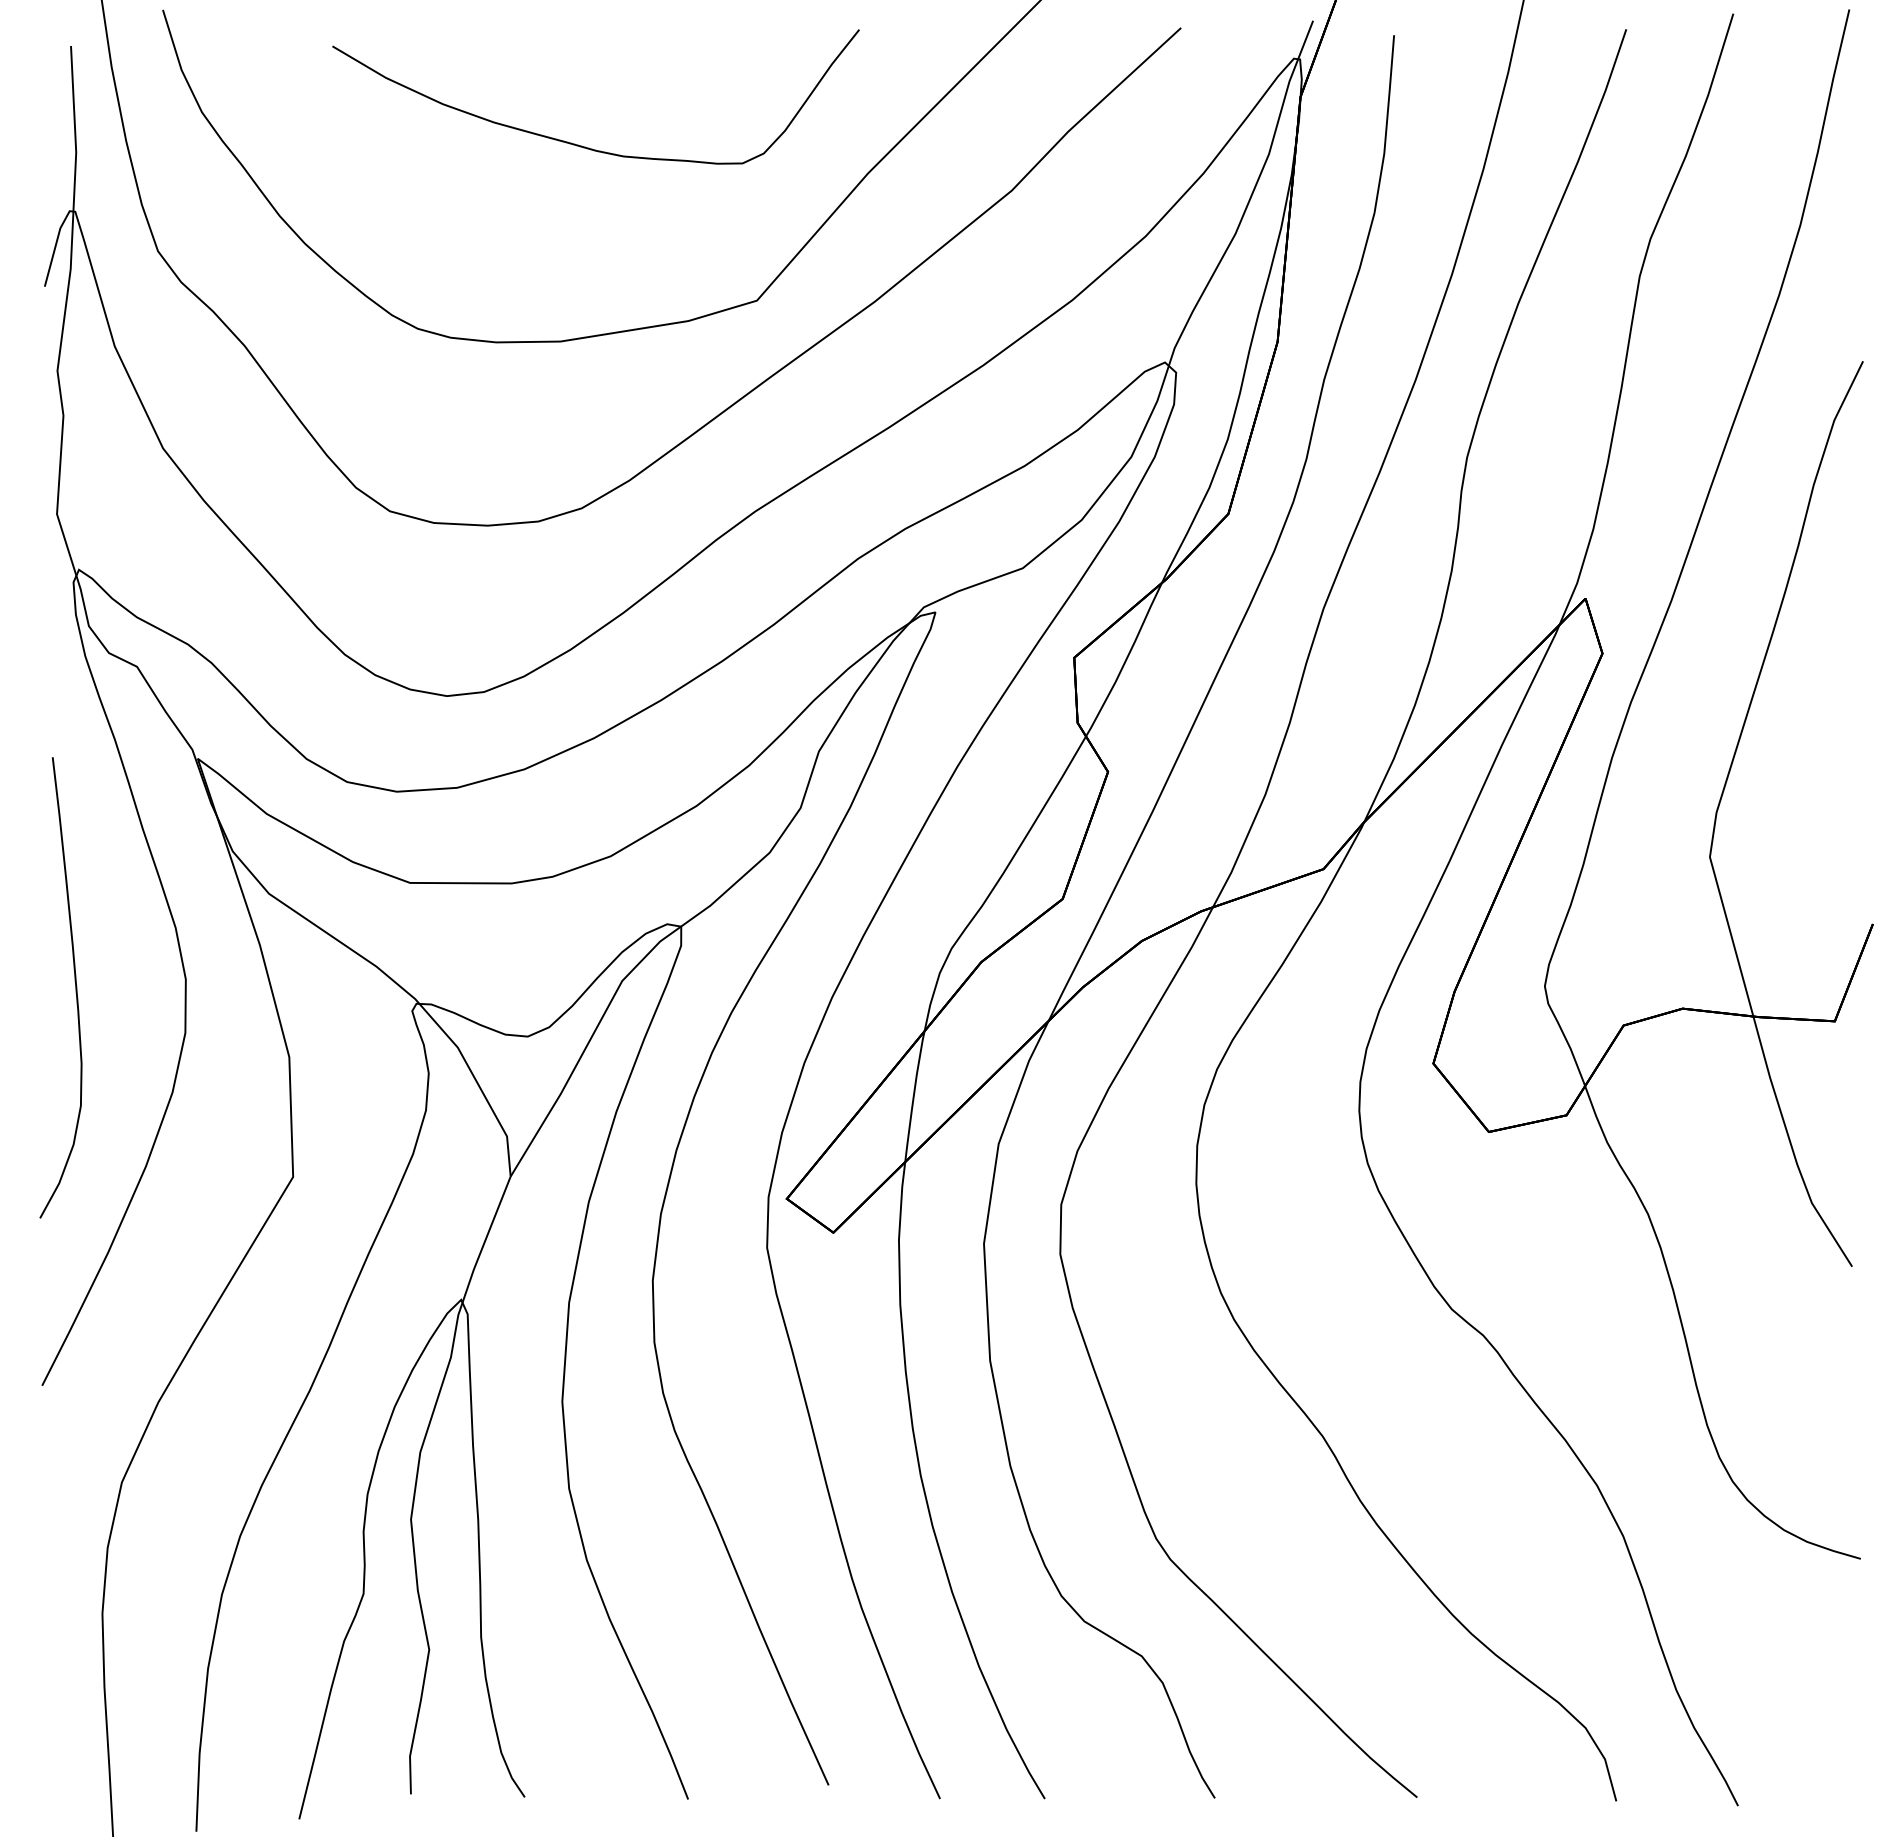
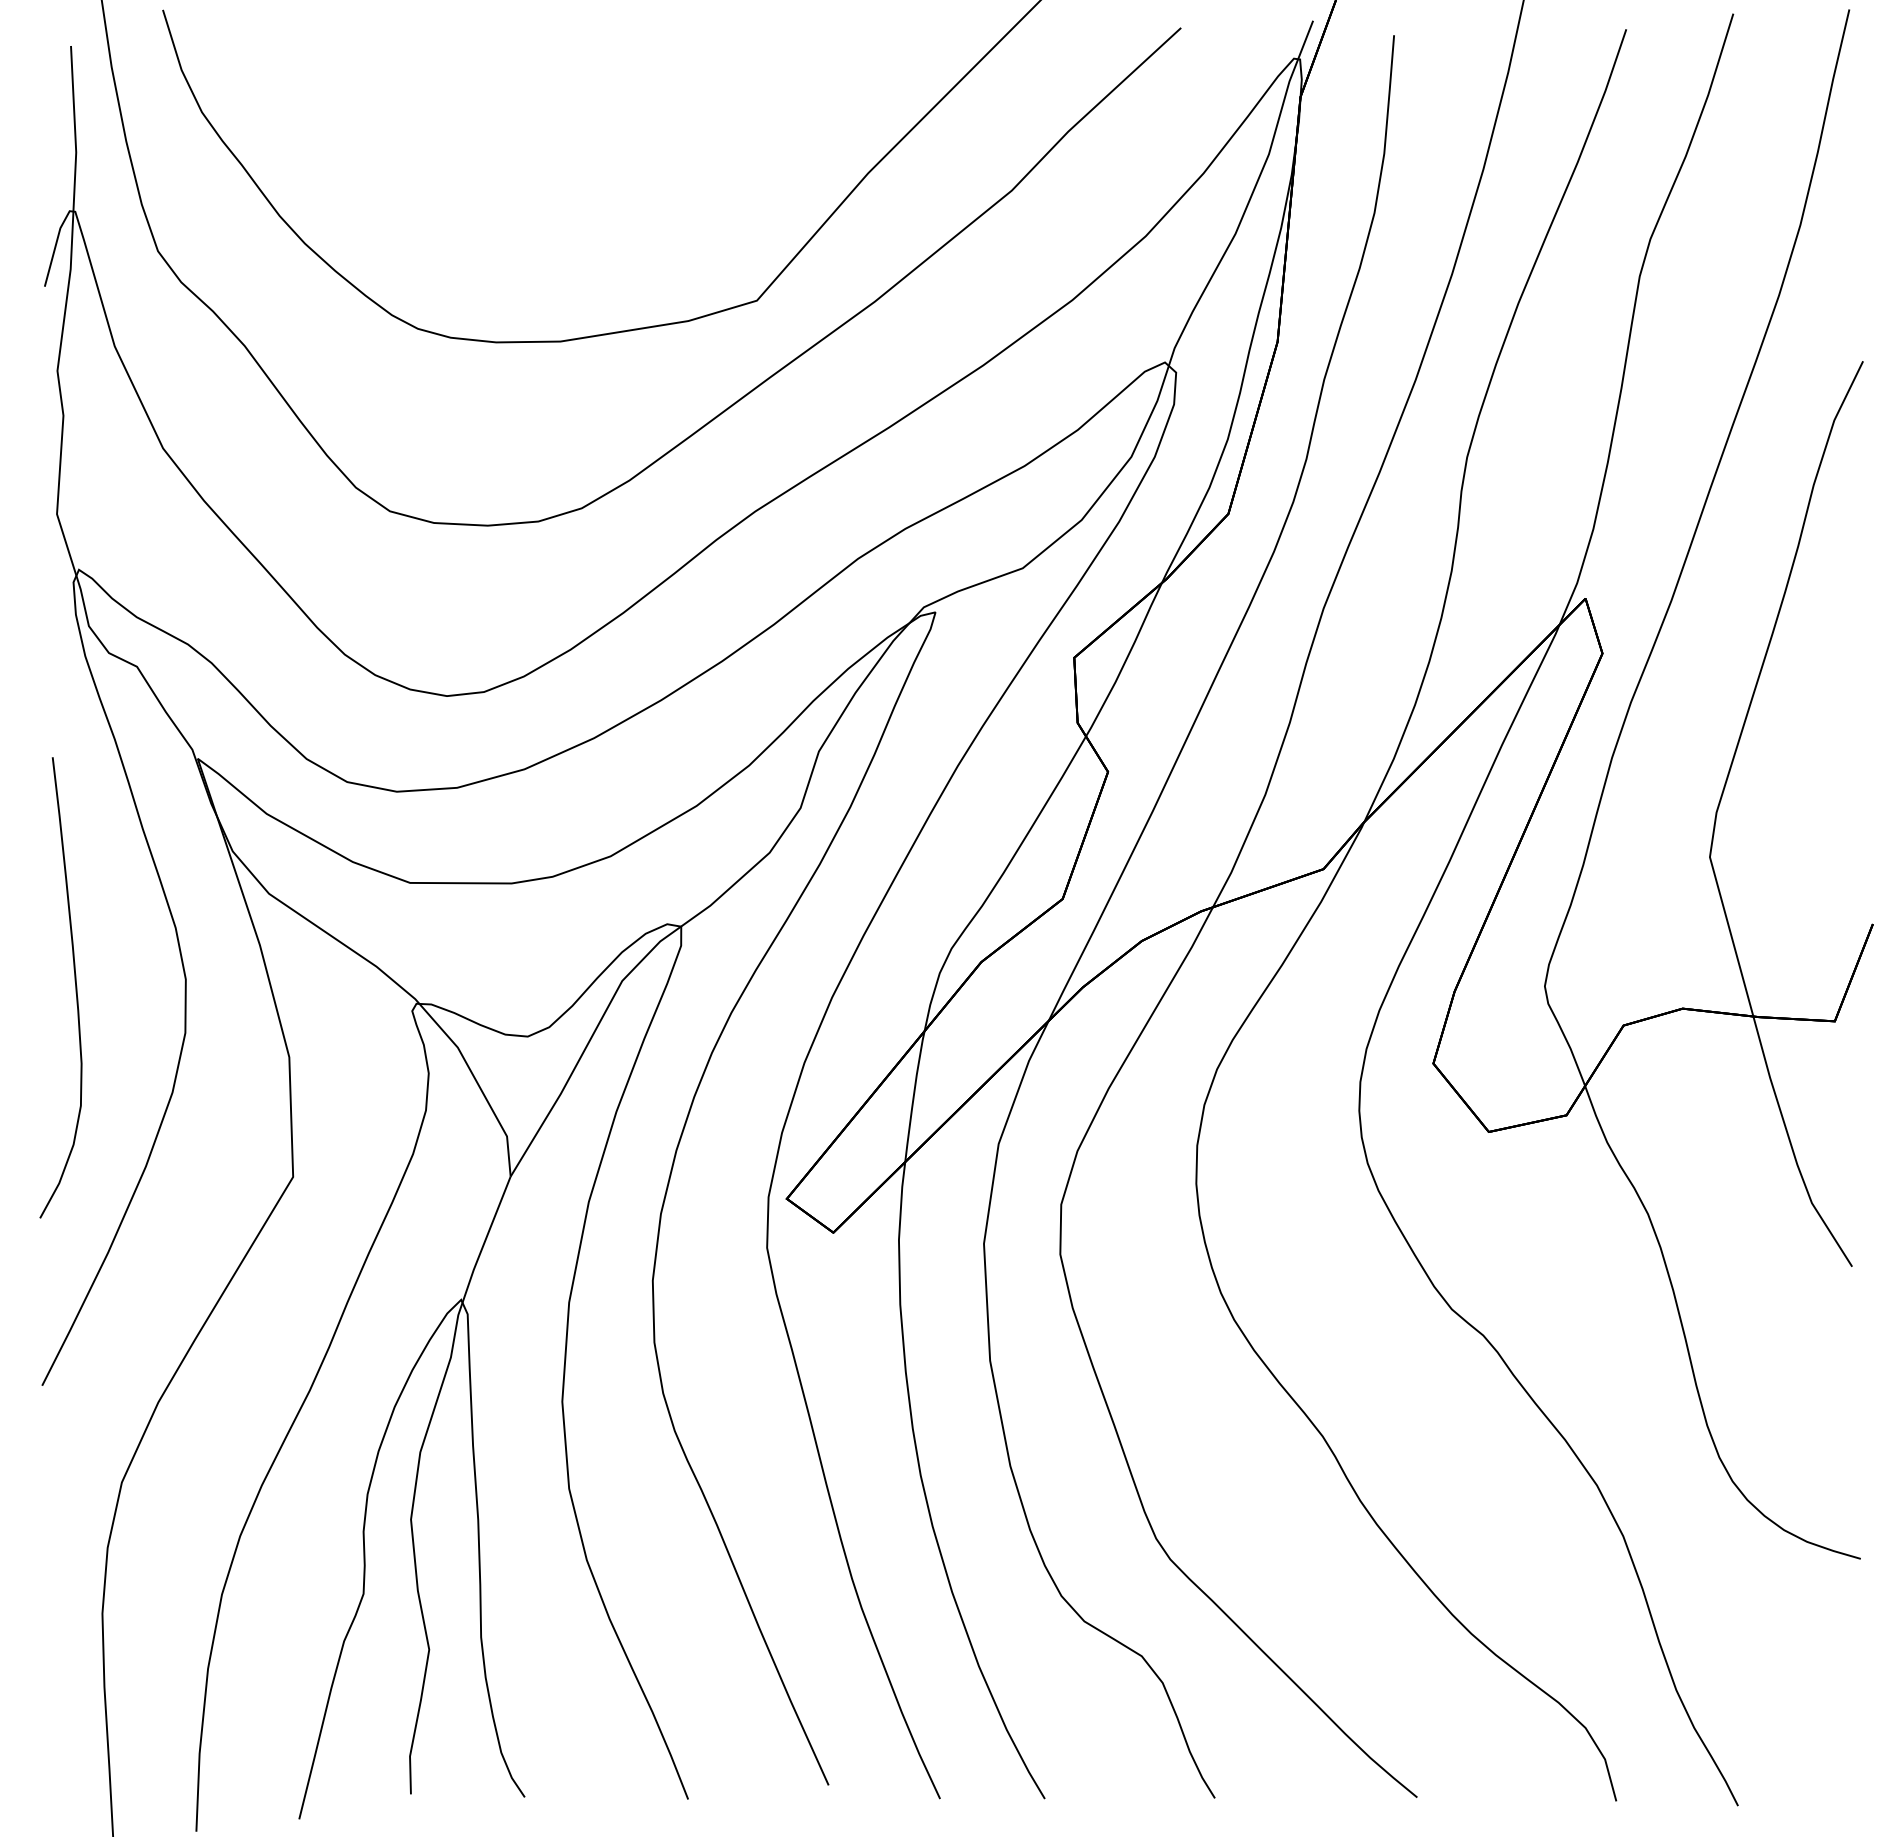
curve at (578, 144): present -> none
